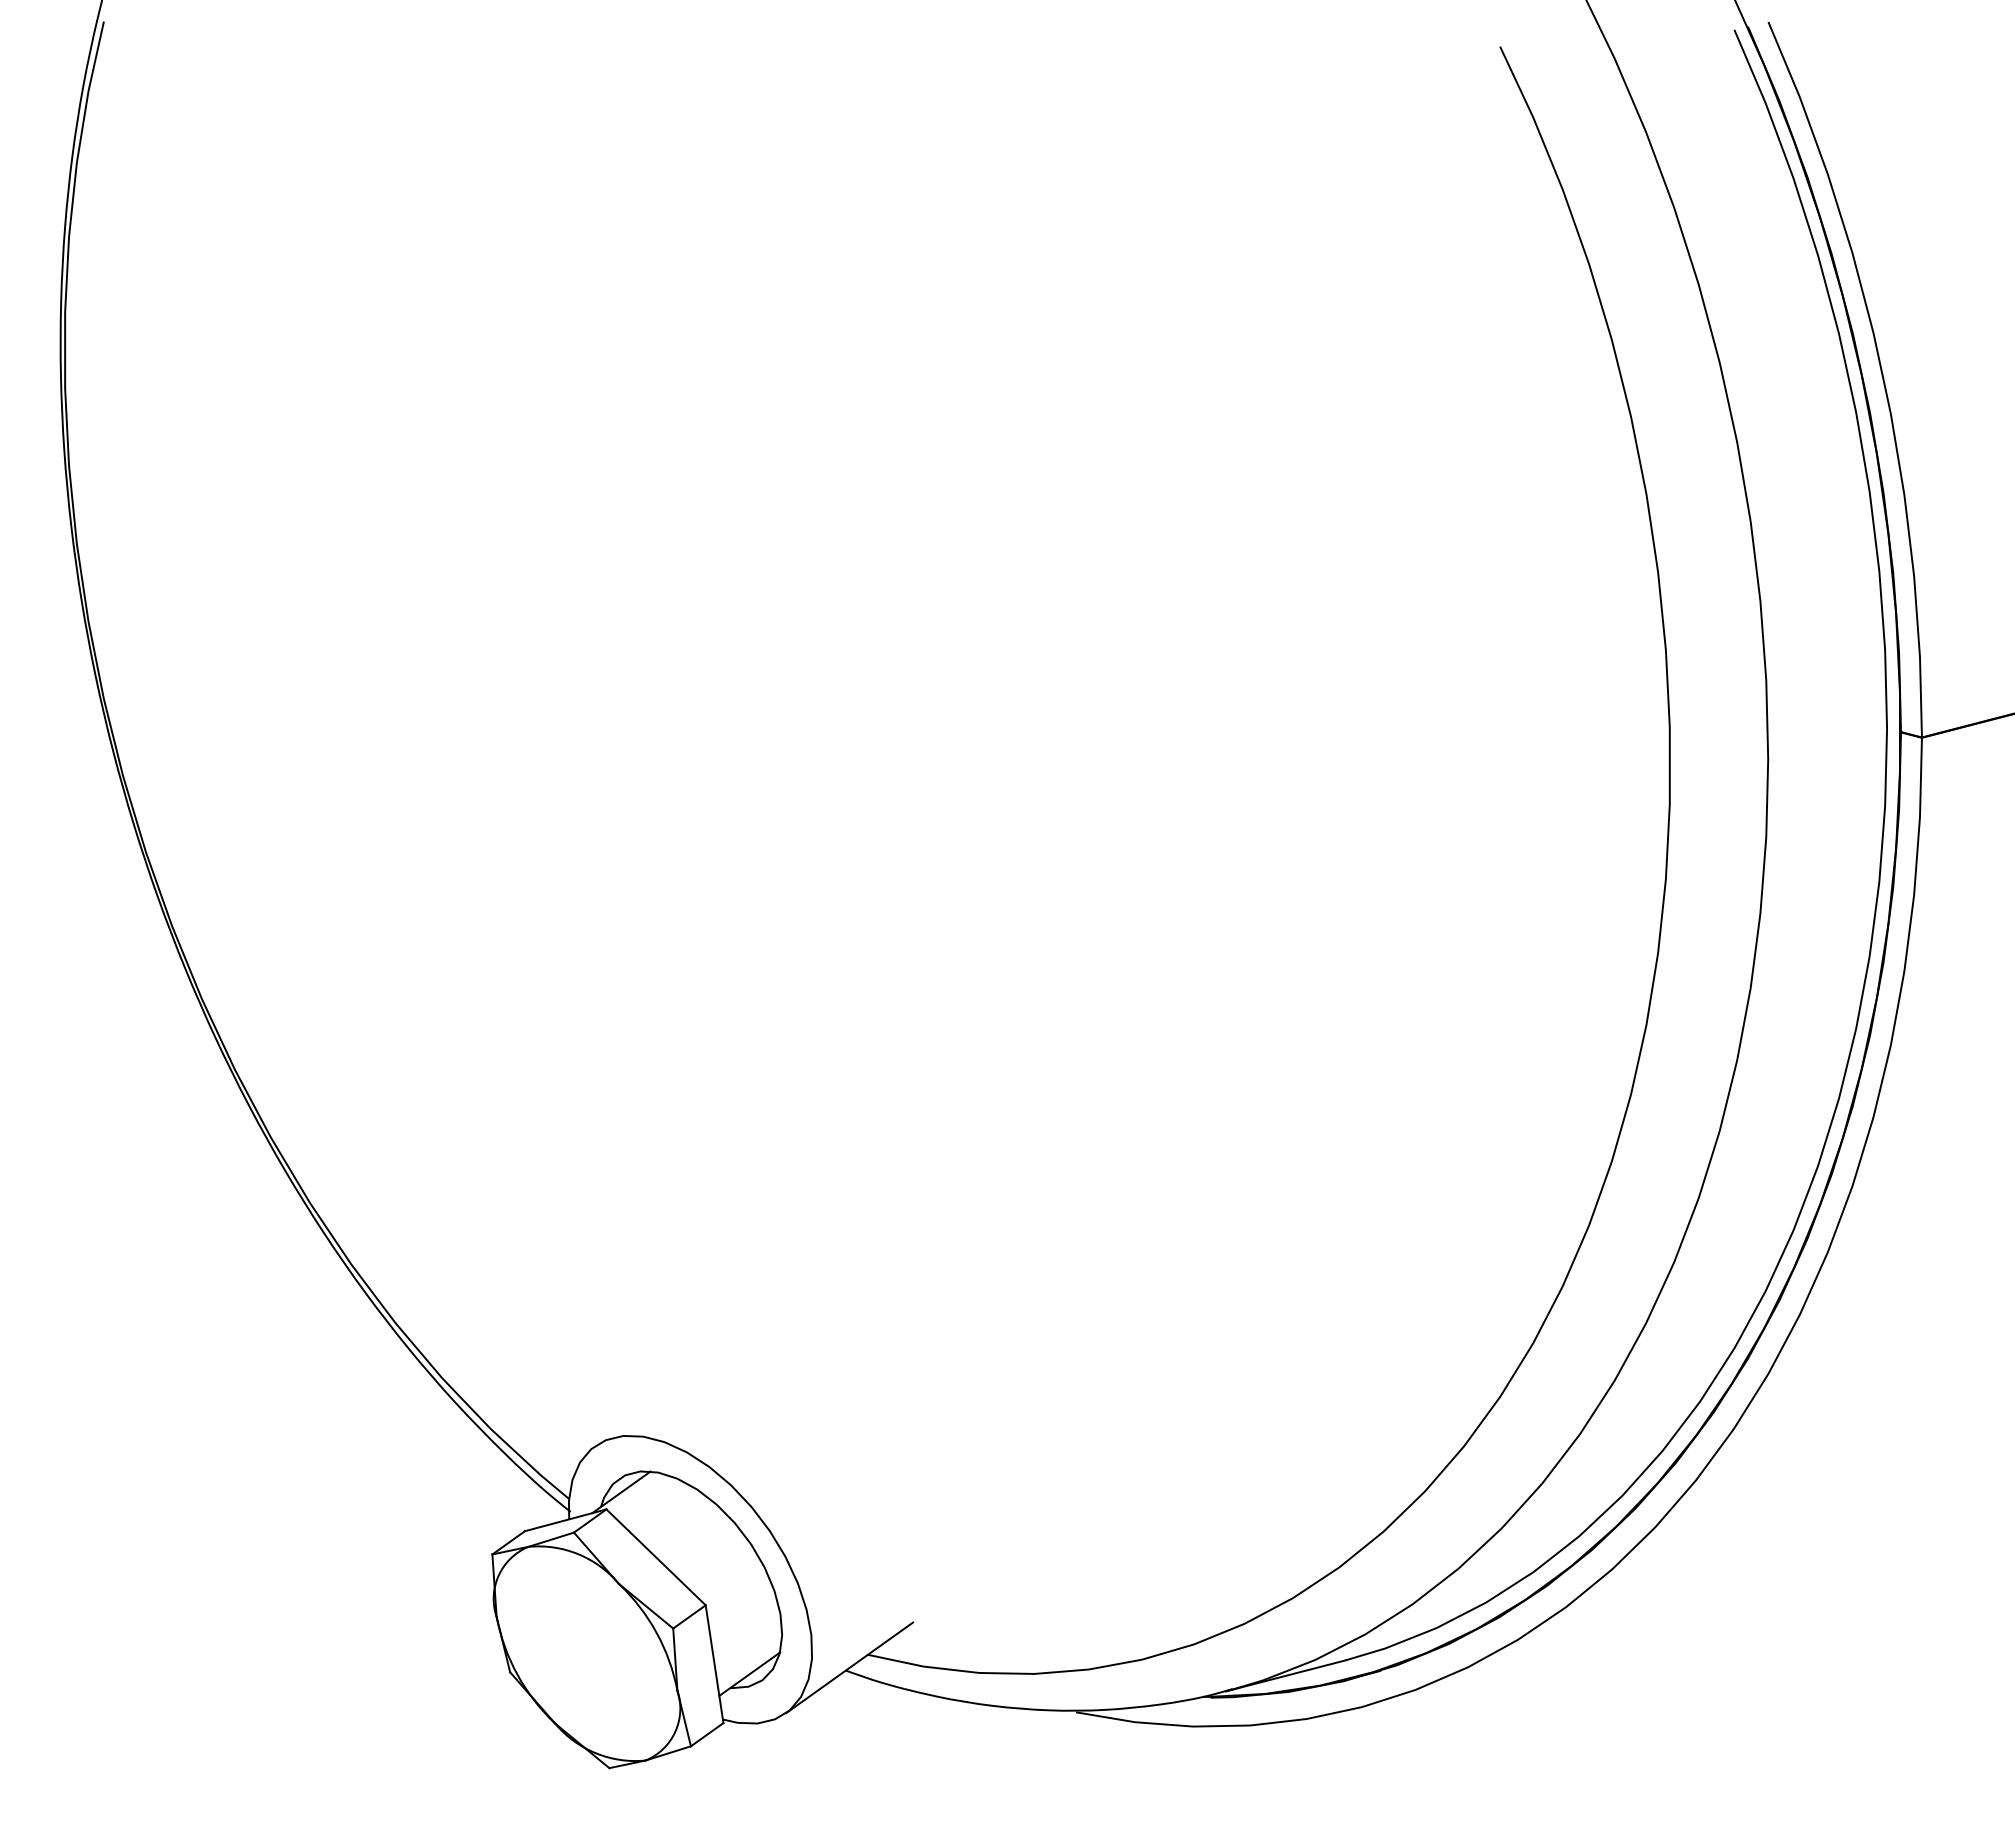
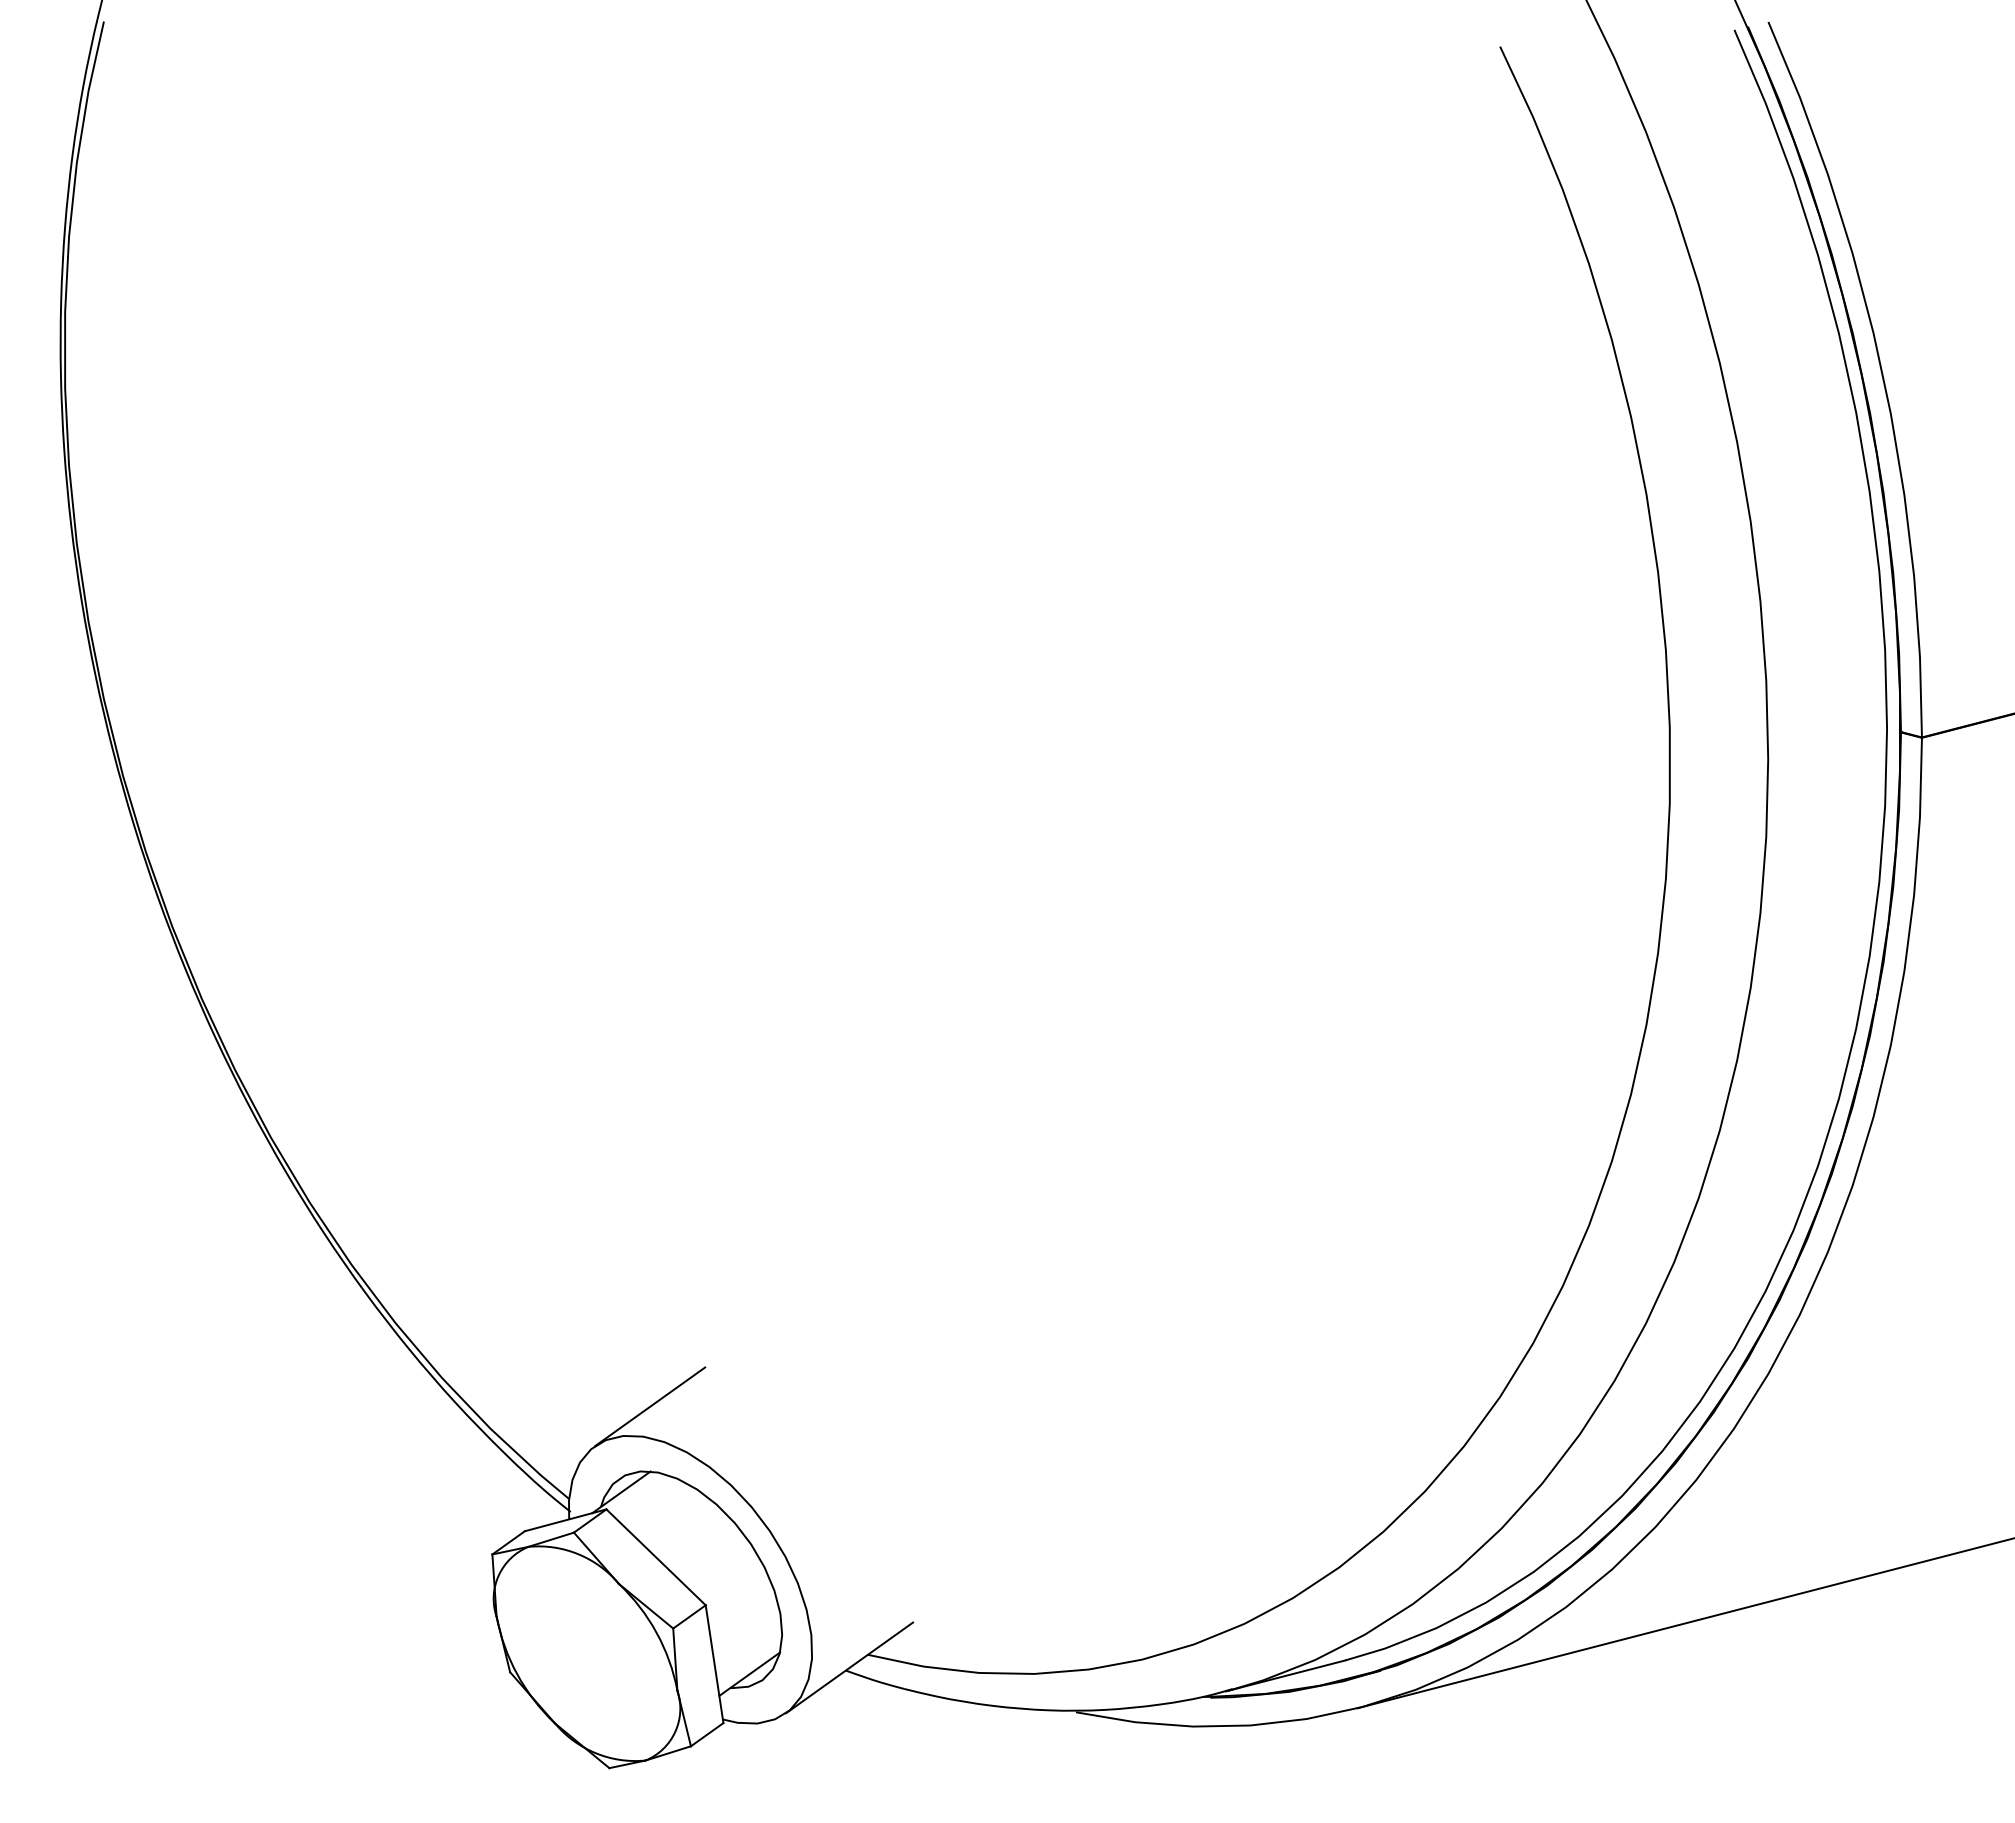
line at (650, 1406): none -> present
line at (1684, 1623): none -> present
